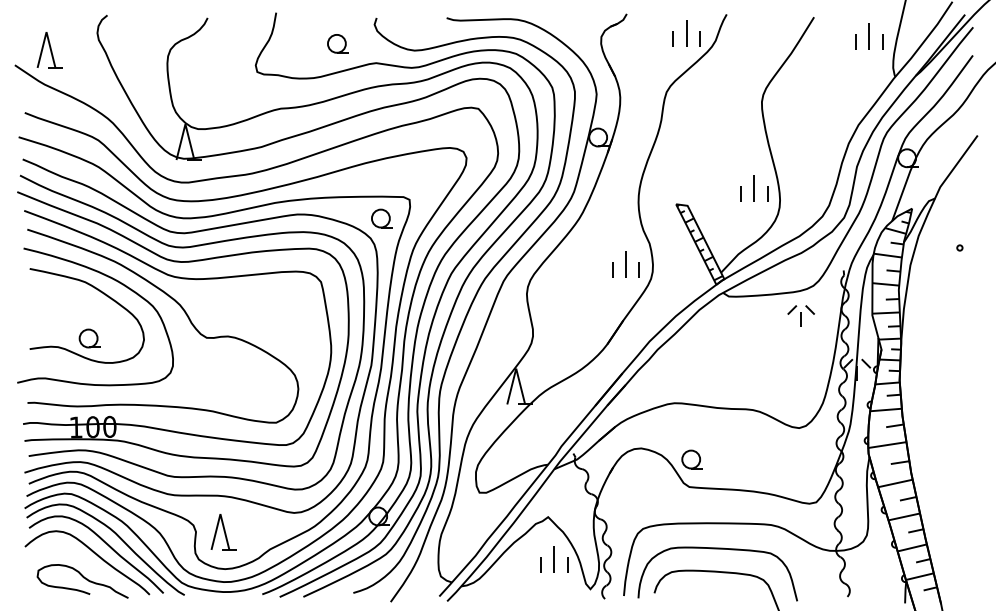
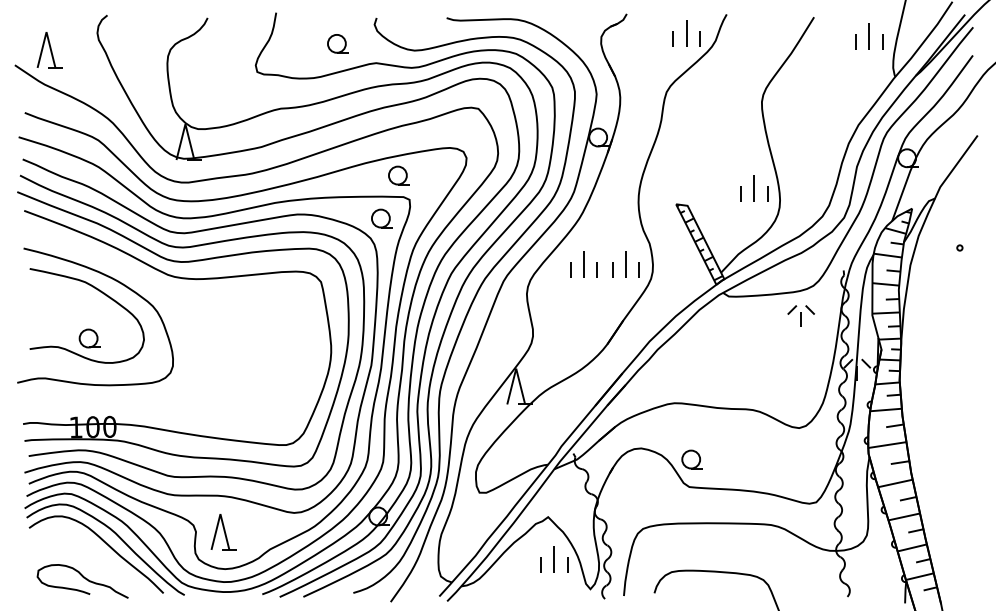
part at (398, 175): none -> present
part at (583, 264): none -> present
curve at (183, 311): present -> none
curve at (717, 549): present -> none
curve at (93, 553): present -> none
